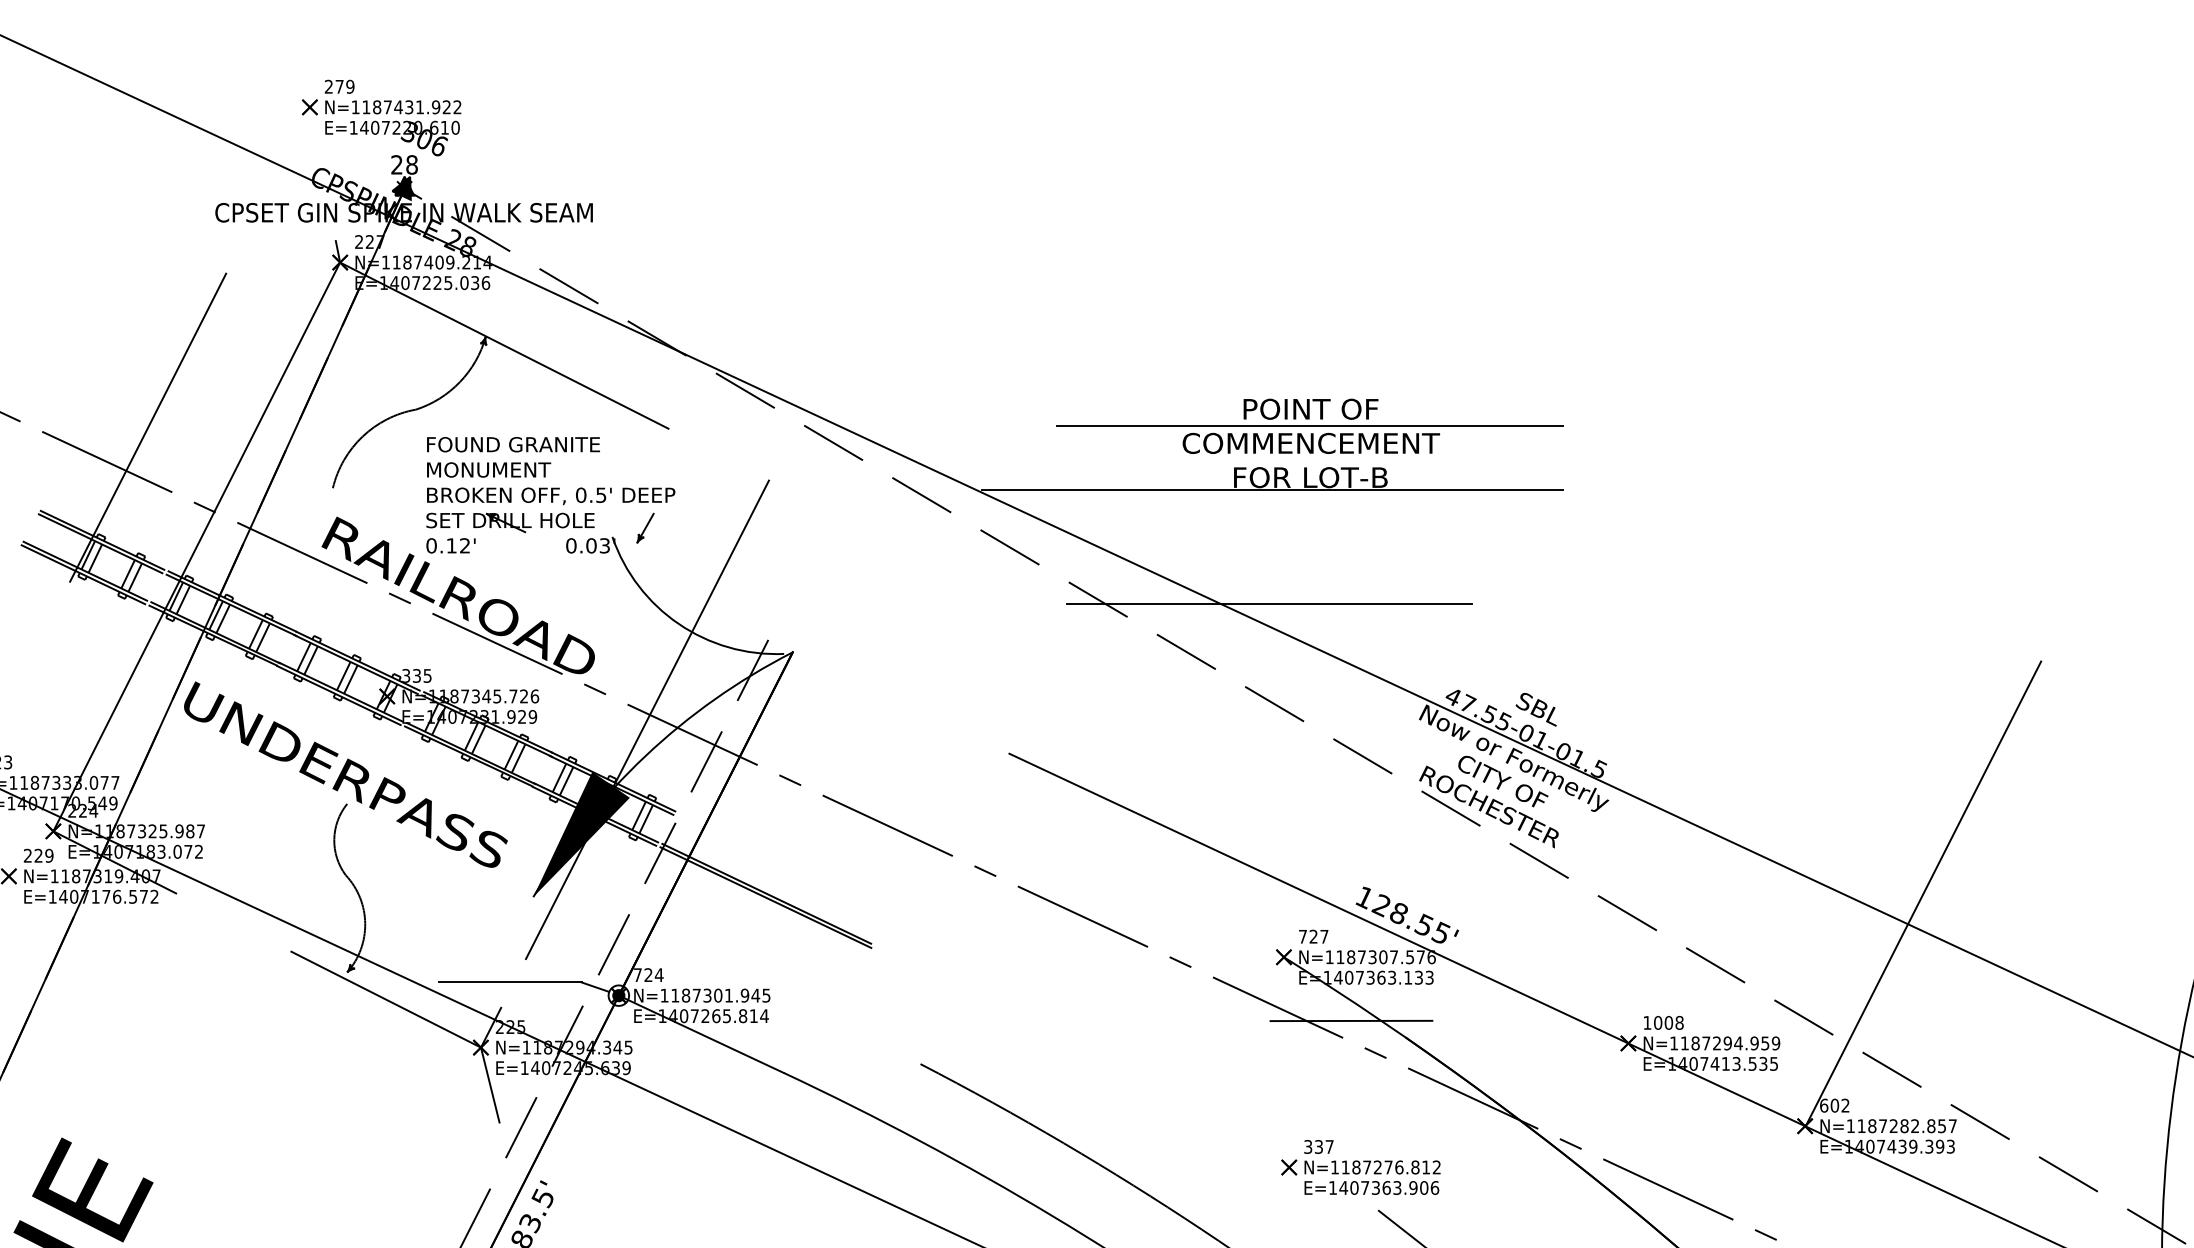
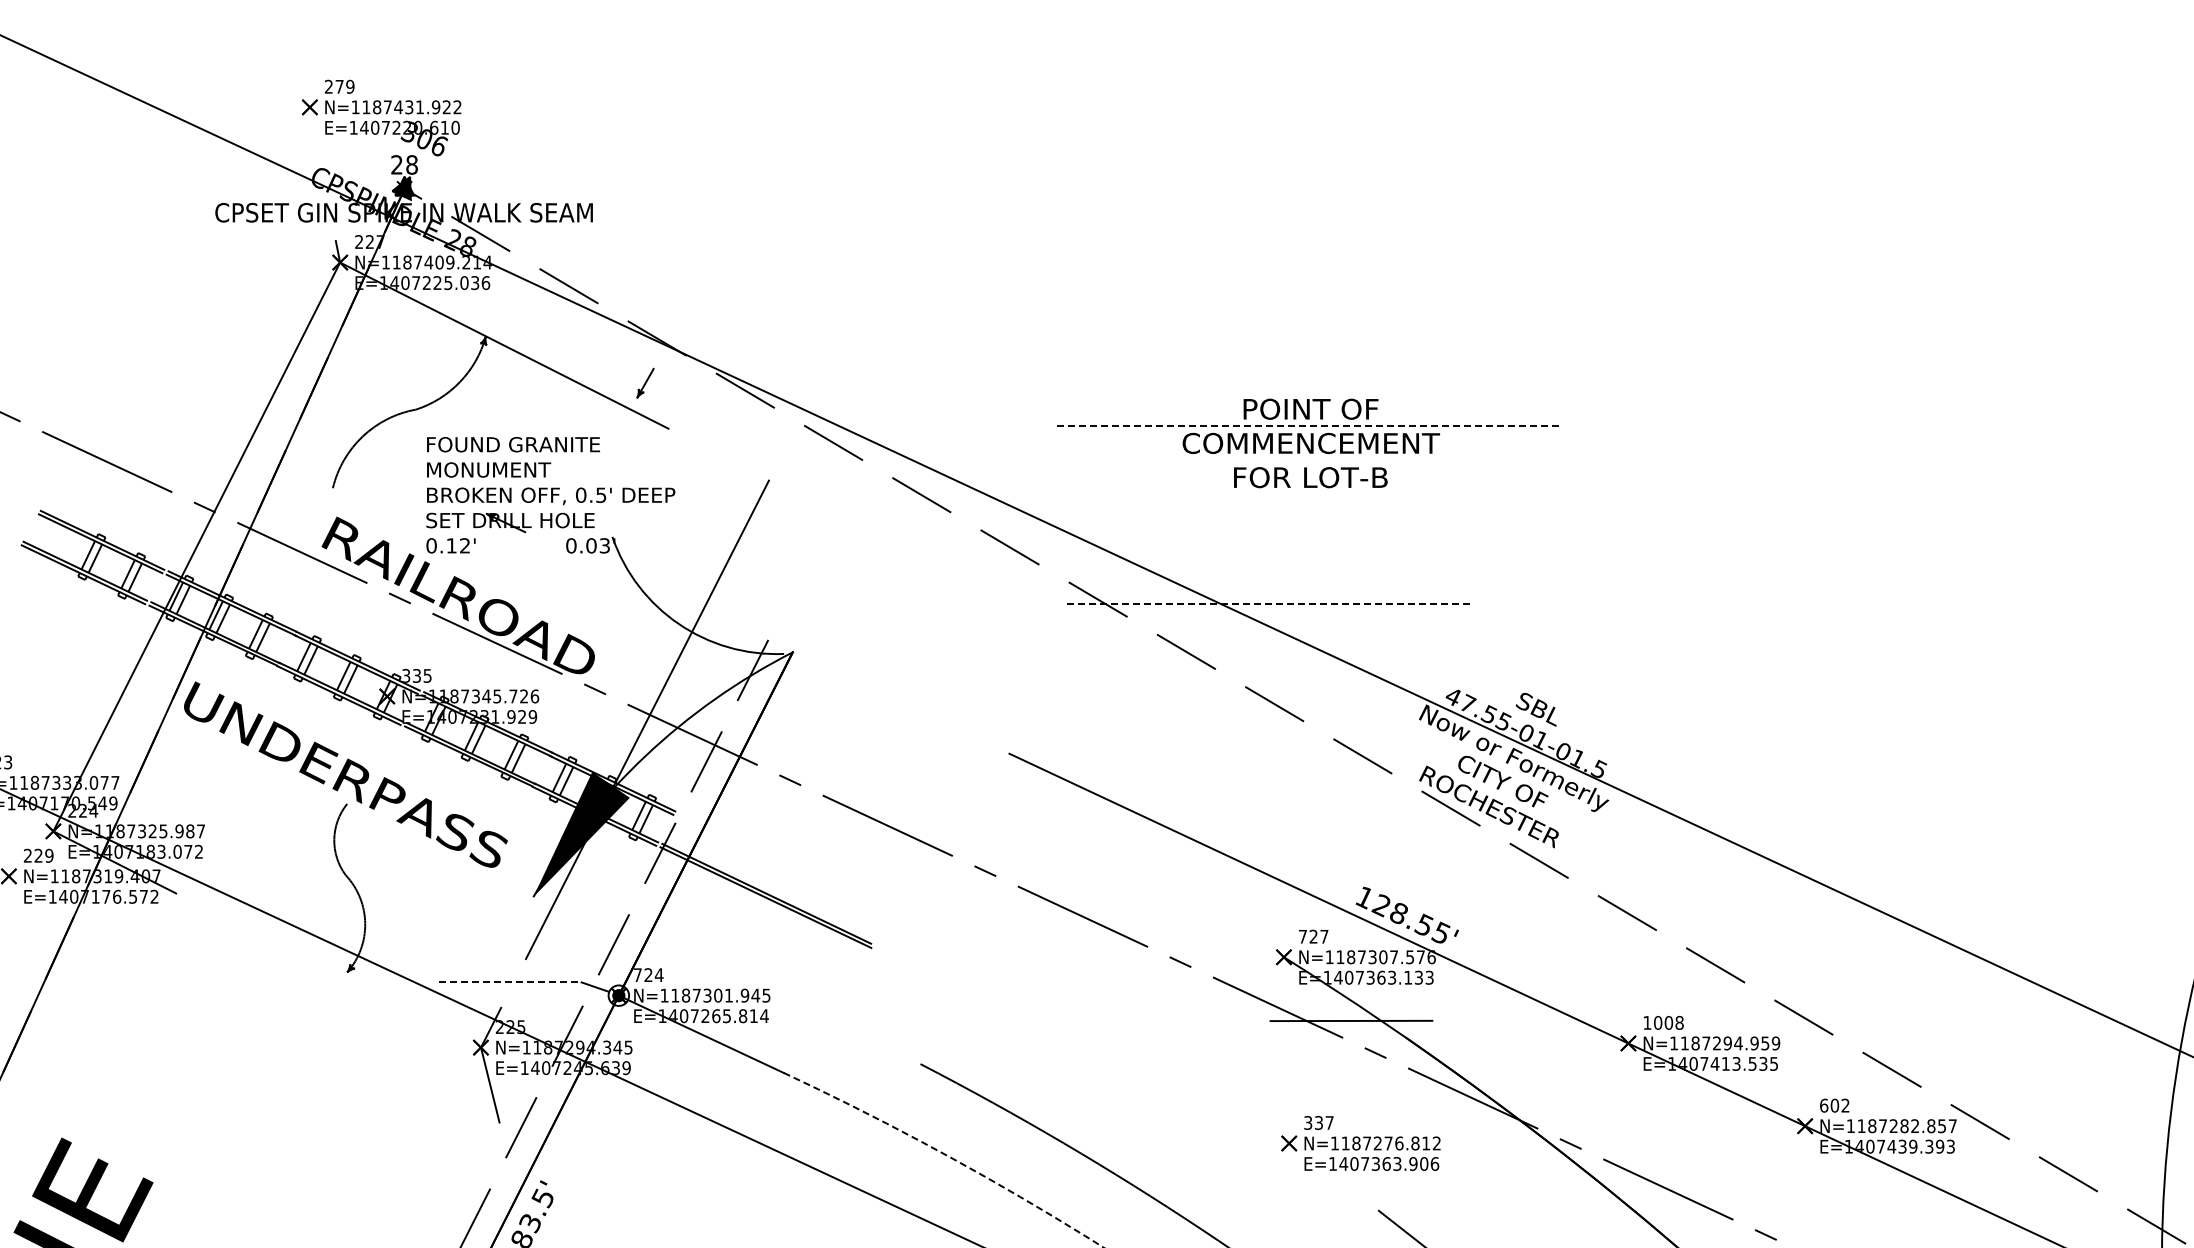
line at (1309, 426): solid -> dashed
line at (148, 427): present -> none
line at (1272, 490): present -> none
part at (645, 527) position: (645, 527) -> (645, 382)
line at (1269, 603): solid -> dashed
line at (1923, 893): present -> none
line at (510, 982): solid -> dashed
line at (386, 999): present -> none
arc at (946, 1155): solid -> dashed
part at (1360, 1167) position: (1360, 1167) -> (1360, 1143)
